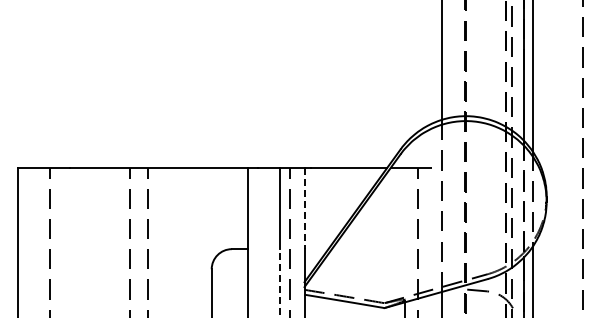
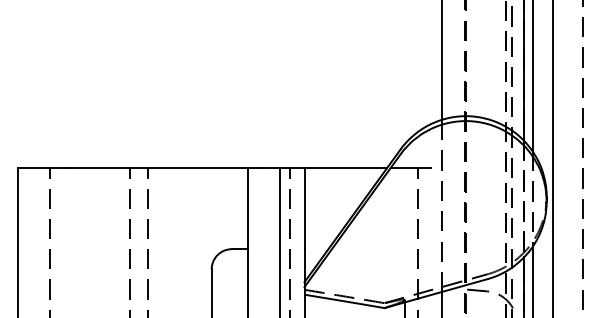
line at (552, 158): none -> present
line at (304, 209): dashed -> solid
line at (280, 283): dashed -> solid
